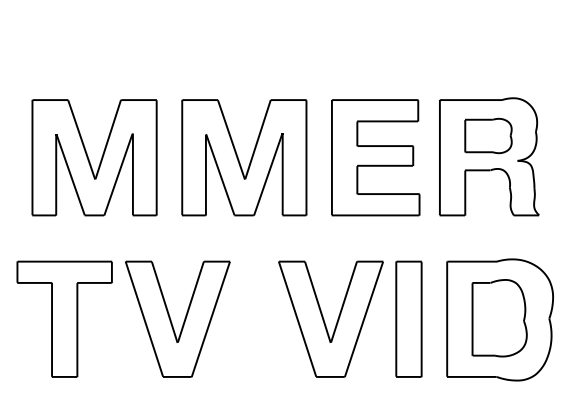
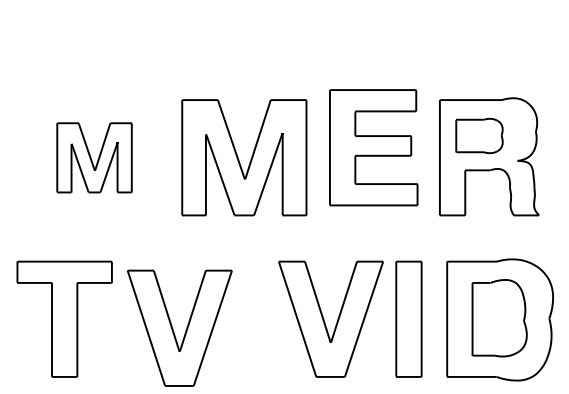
part at (488, 135) position: (488, 135) -> (479, 135)
part at (94, 157) size: 127x118 px -> 77x72 px
part at (375, 157) position: (375, 157) -> (373, 147)
part at (171, 319) position: (171, 319) -> (173, 328)
